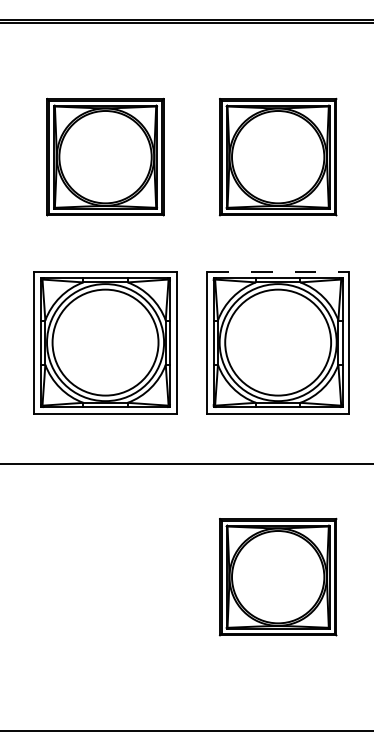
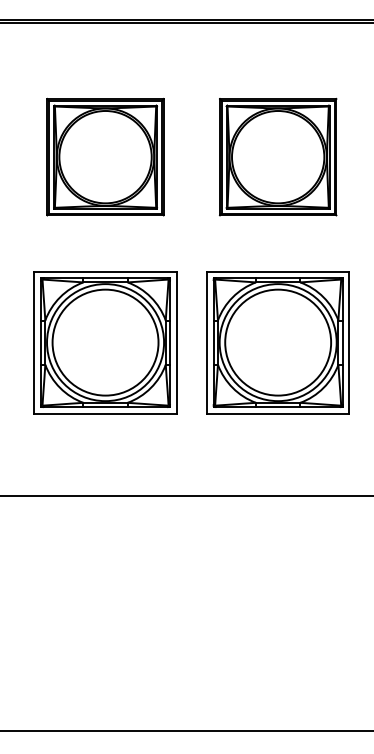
line at (278, 271): dashed -> solid
line at (186, 463) position: (186, 463) -> (186, 495)
part at (278, 576): present -> none
